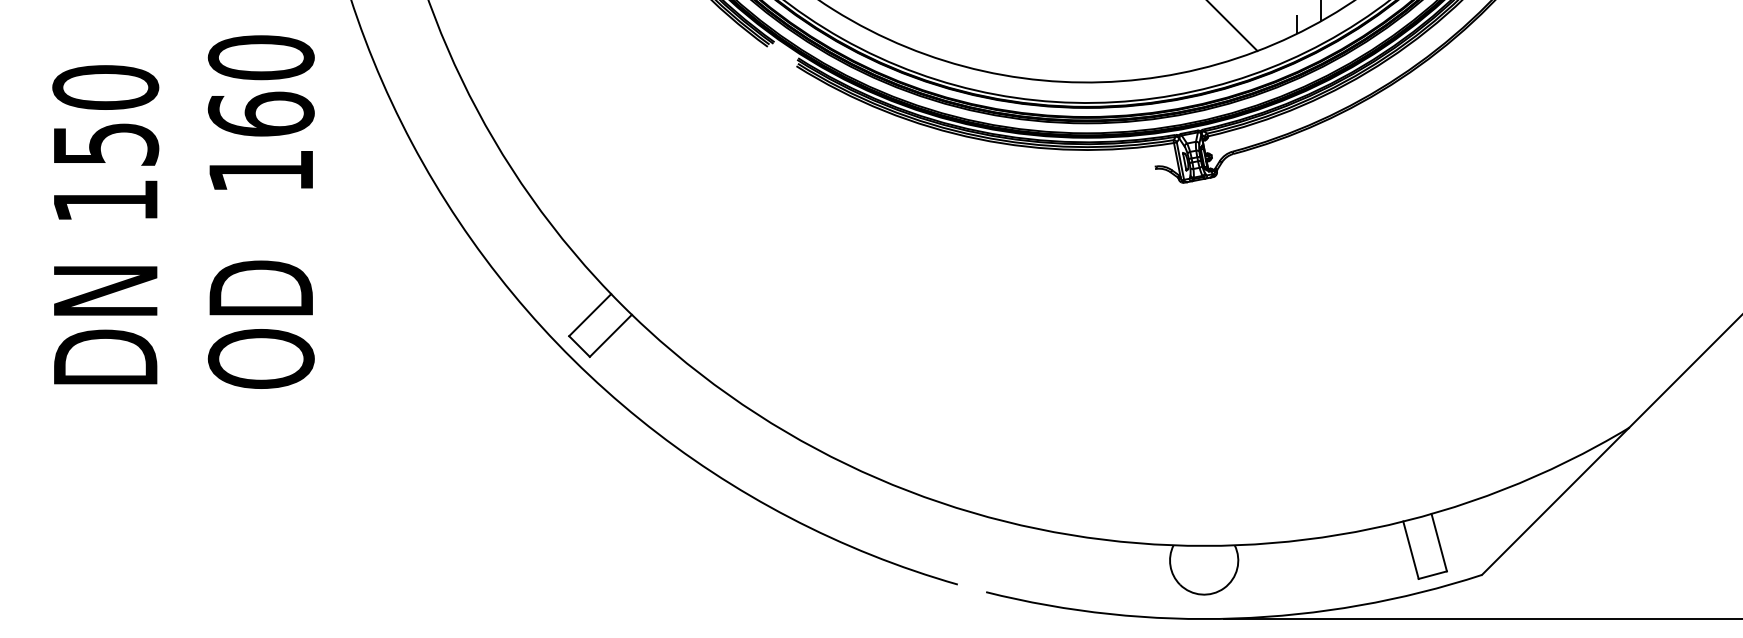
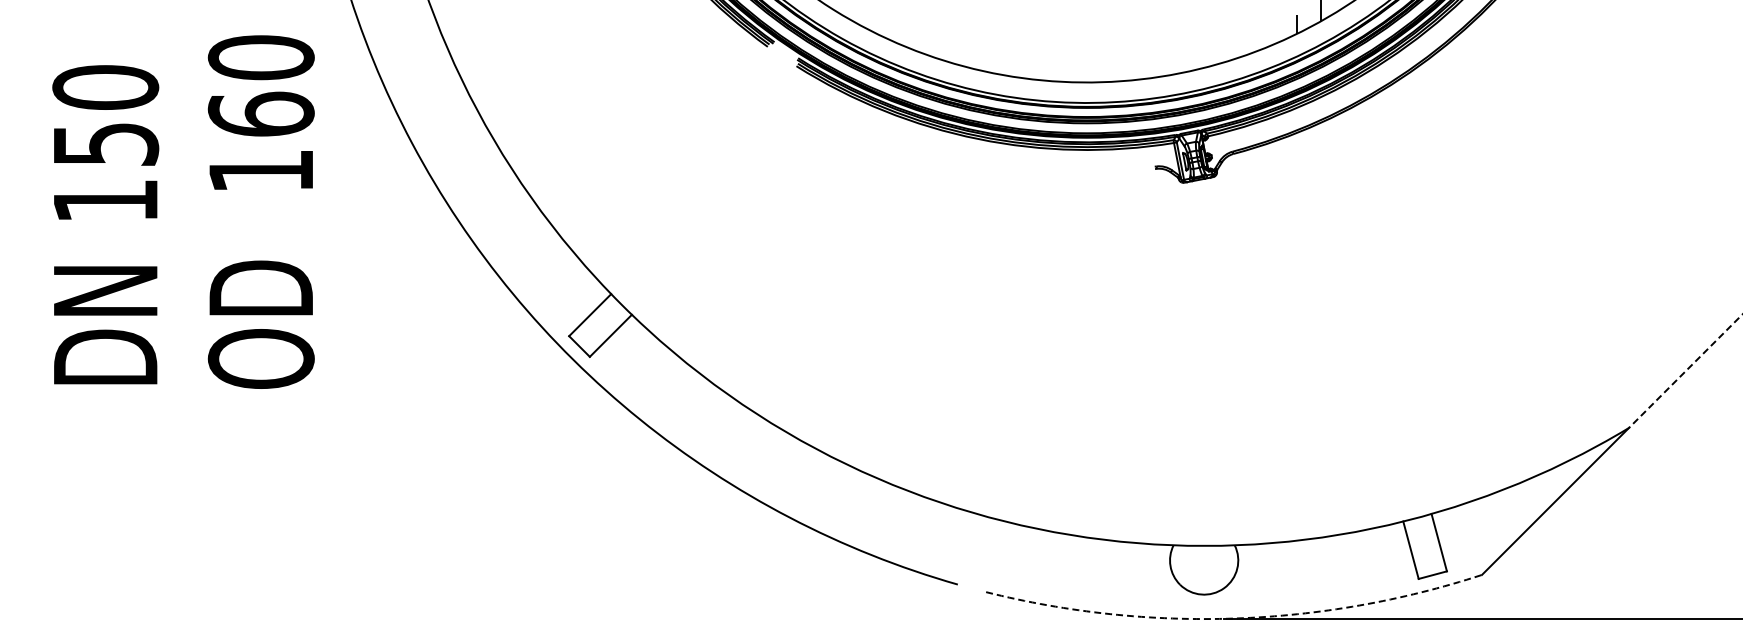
line at (1232, 26): present -> none
line at (1685, 371): solid -> dashed
arc at (1235, 618): solid -> dashed
